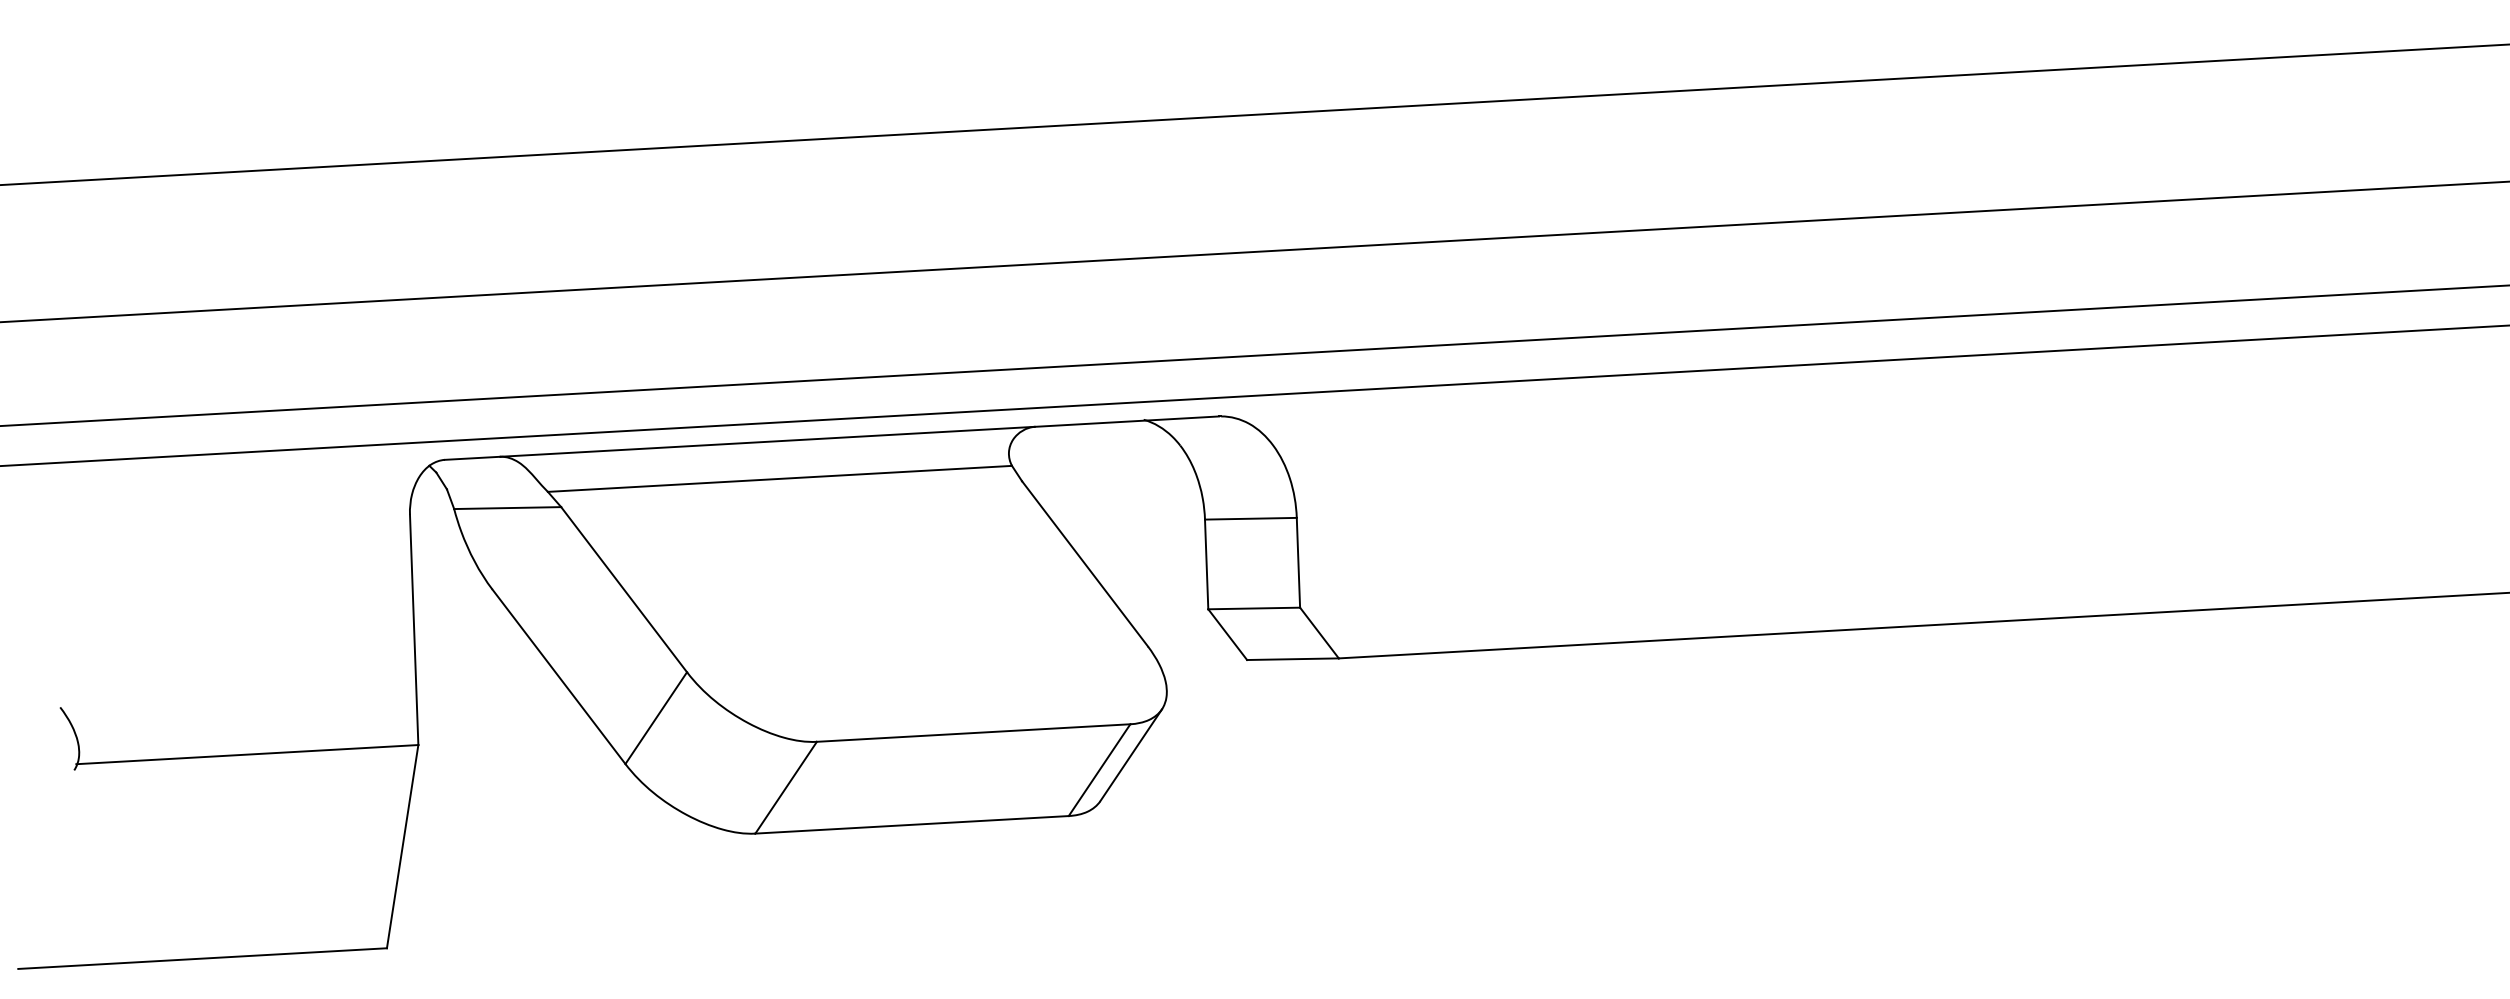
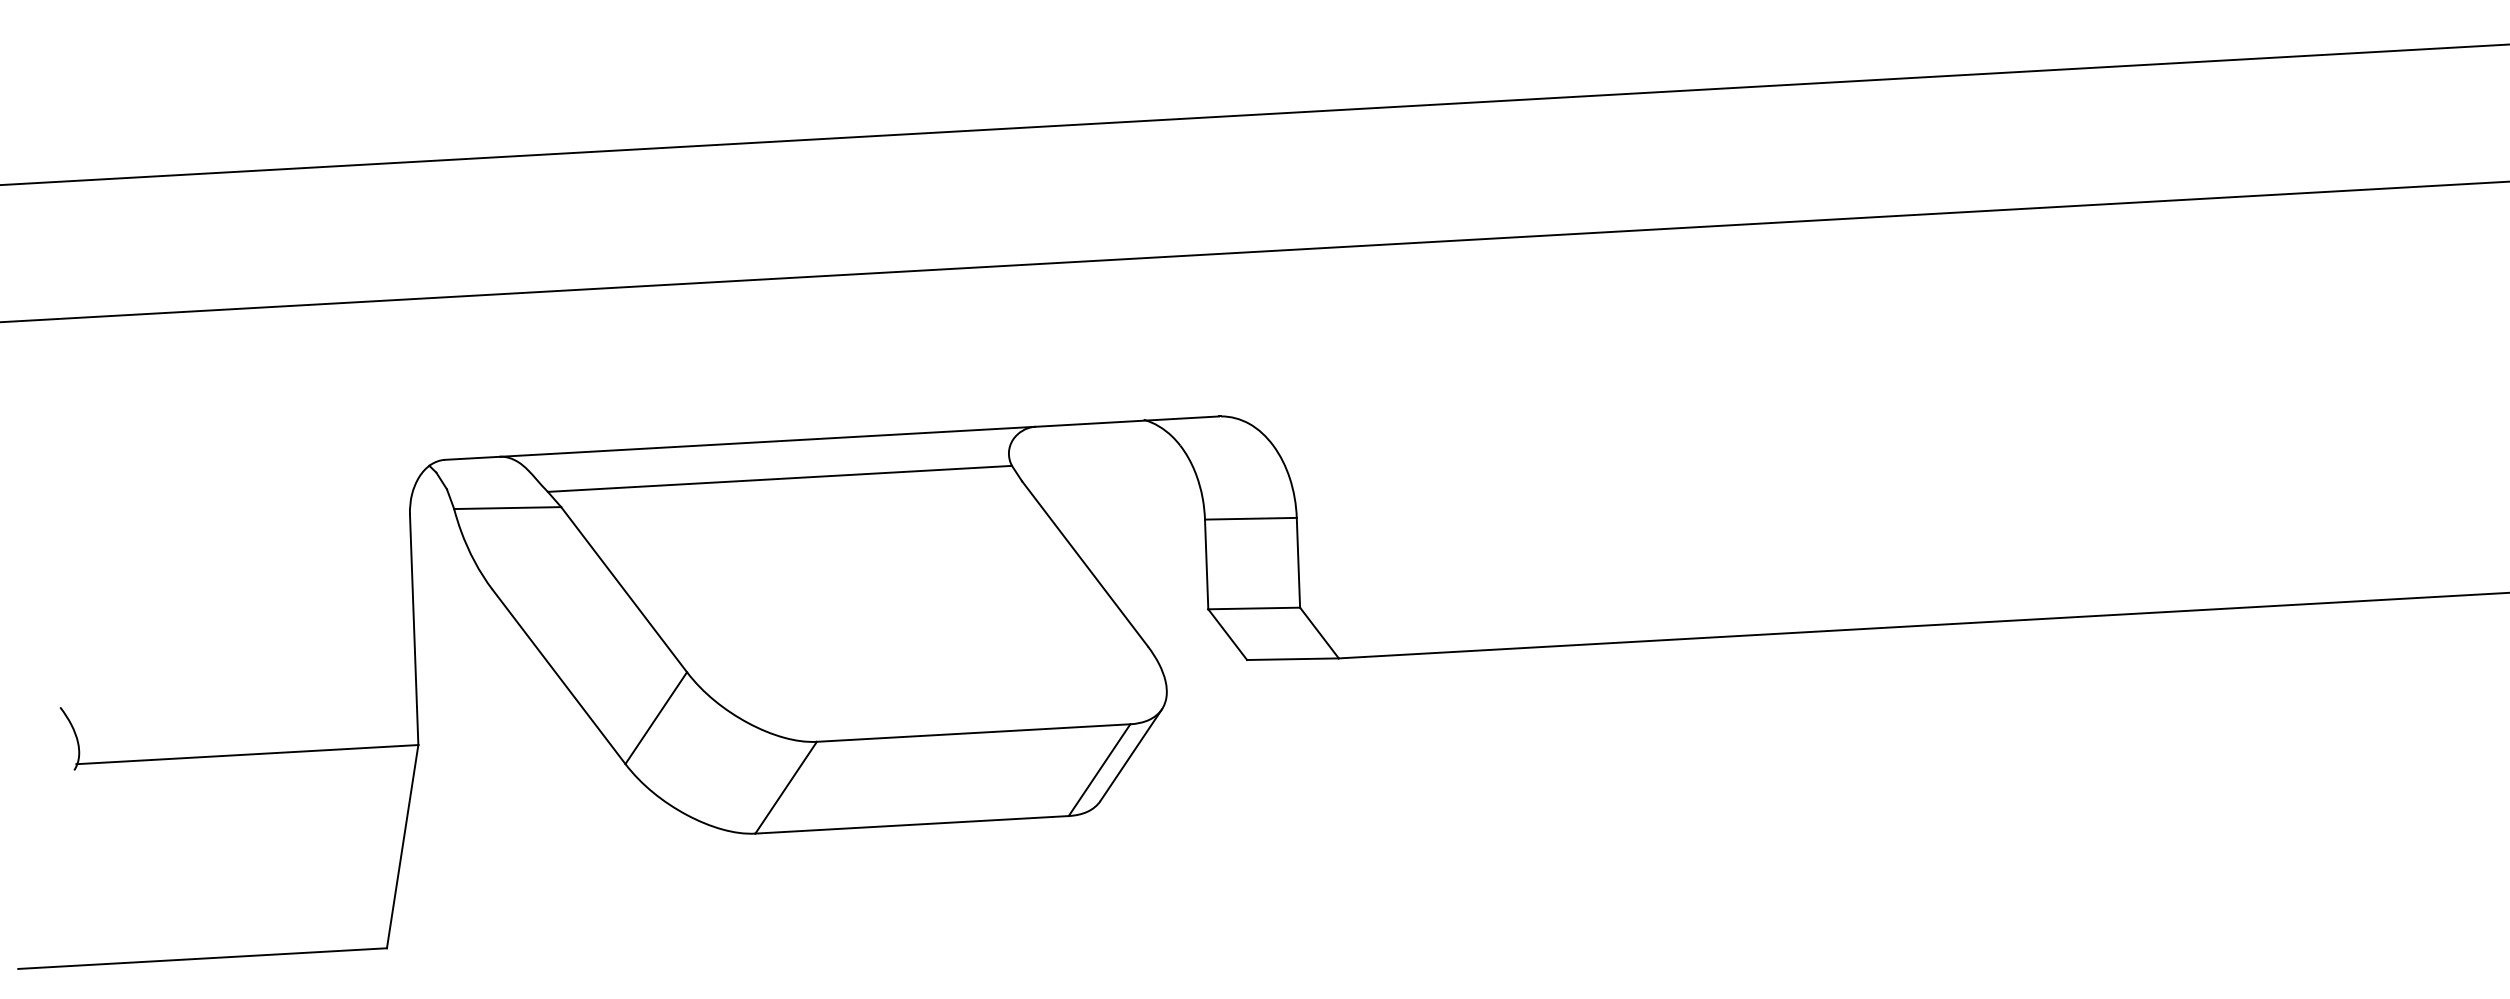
line at (1254, 355): present -> none
line at (1254, 395): present -> none
